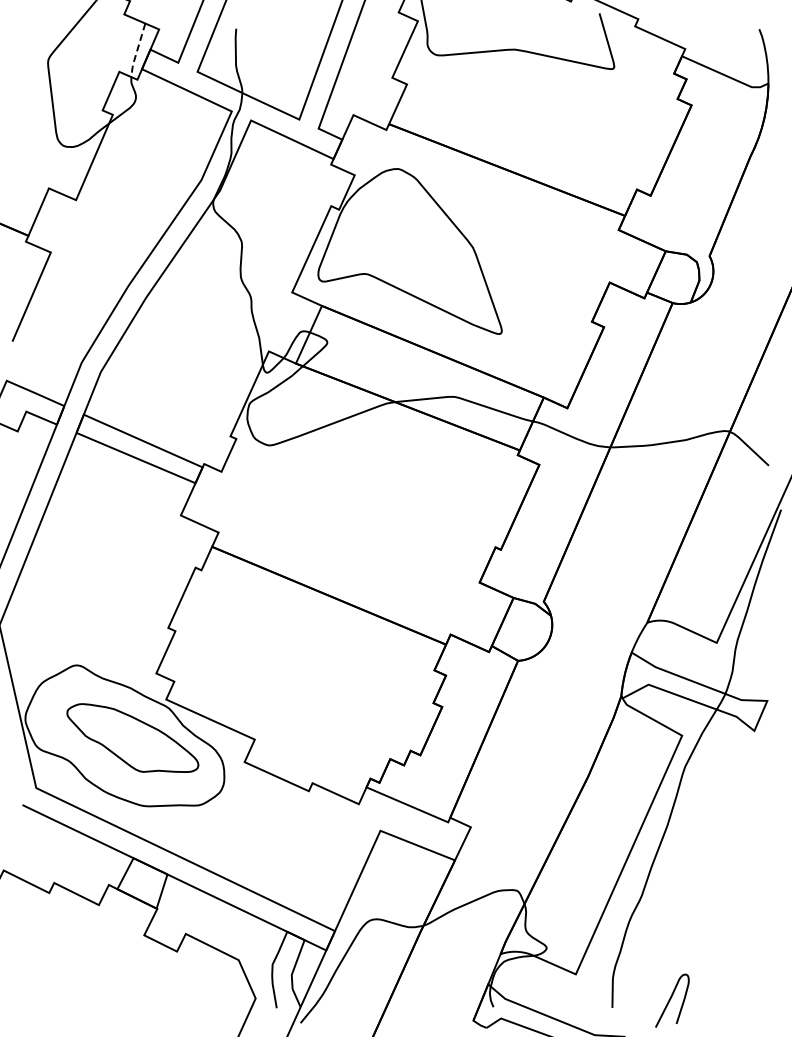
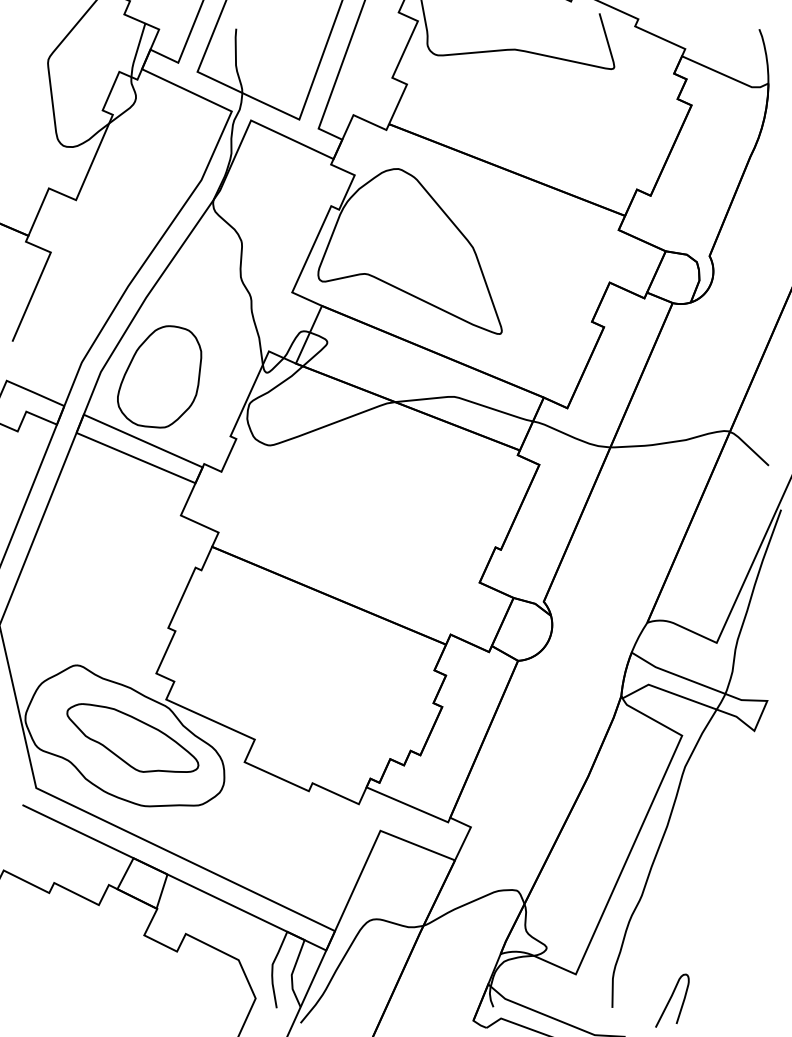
line at (136, 51): dashed -> solid
part at (159, 376): none -> present
